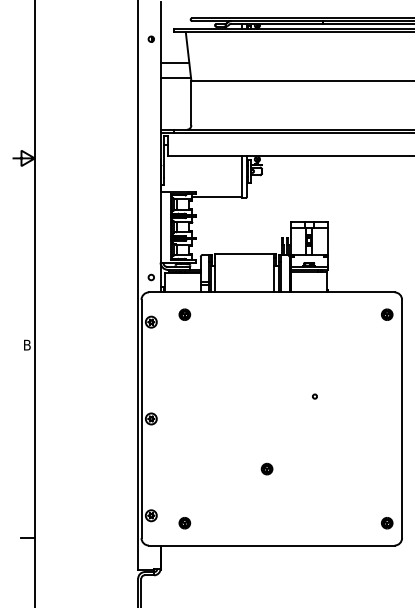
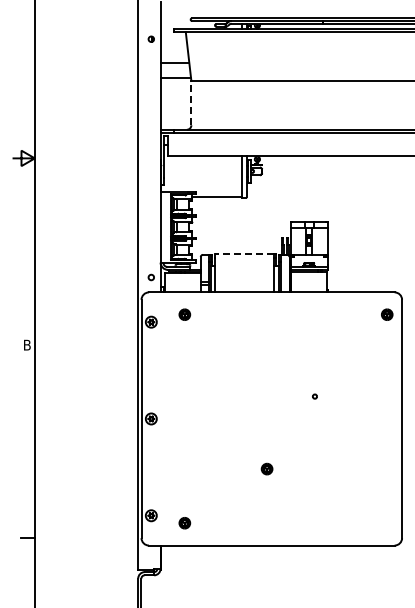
line at (191, 102): solid -> dashed
line at (244, 253): solid -> dashed
part at (387, 523): present -> none
